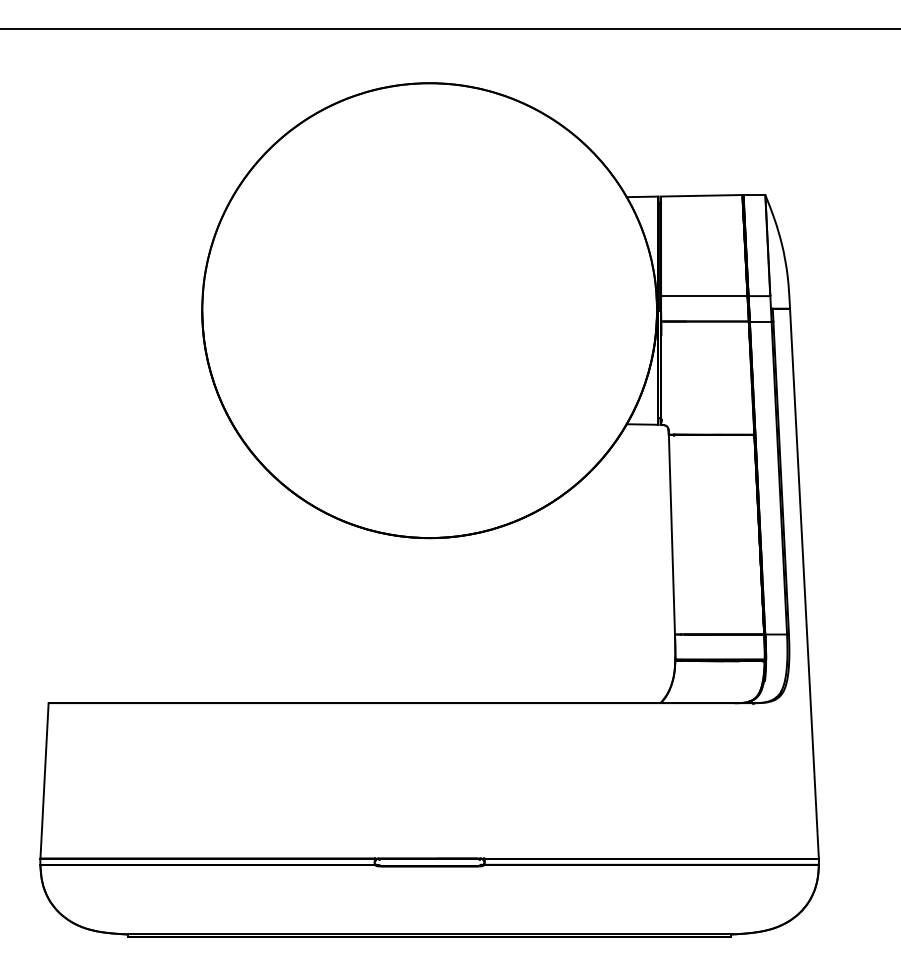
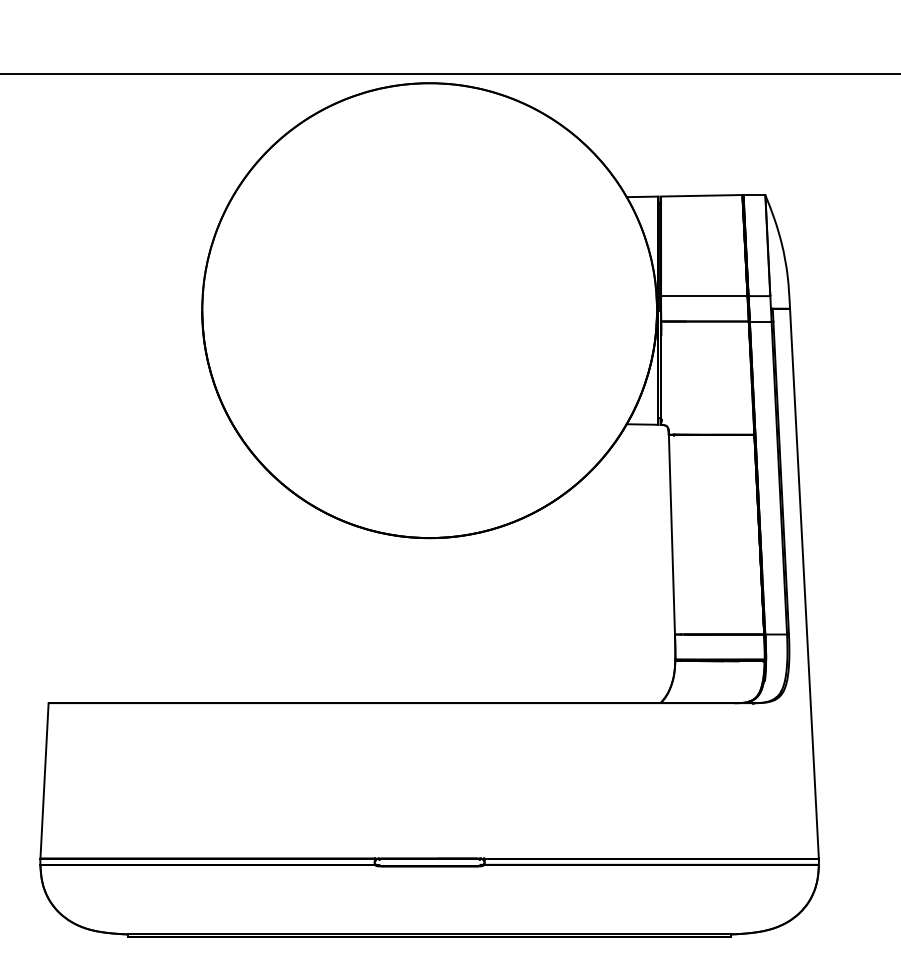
line at (449, 28) position: (449, 28) -> (449, 73)
